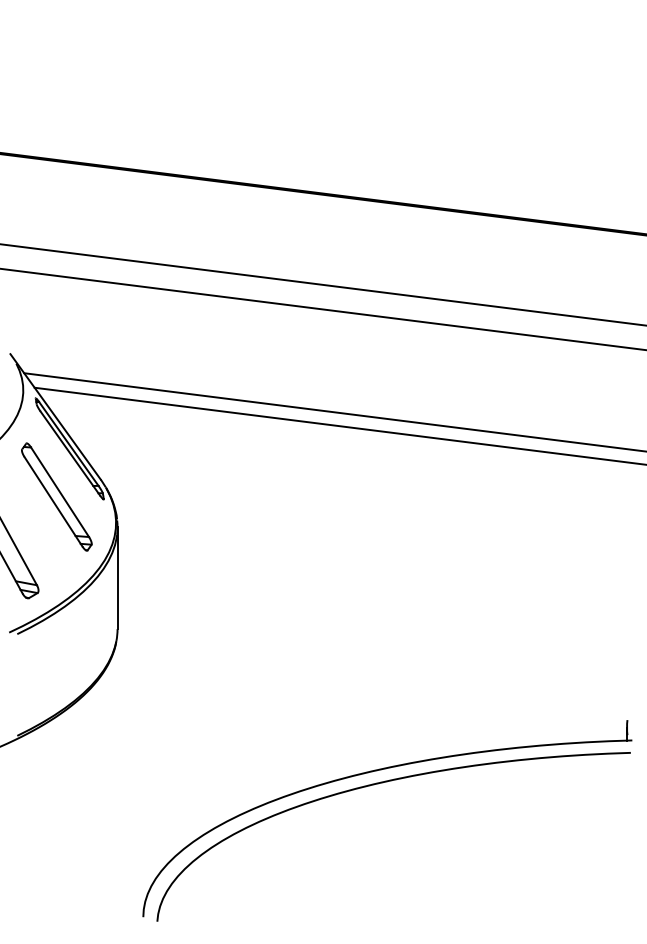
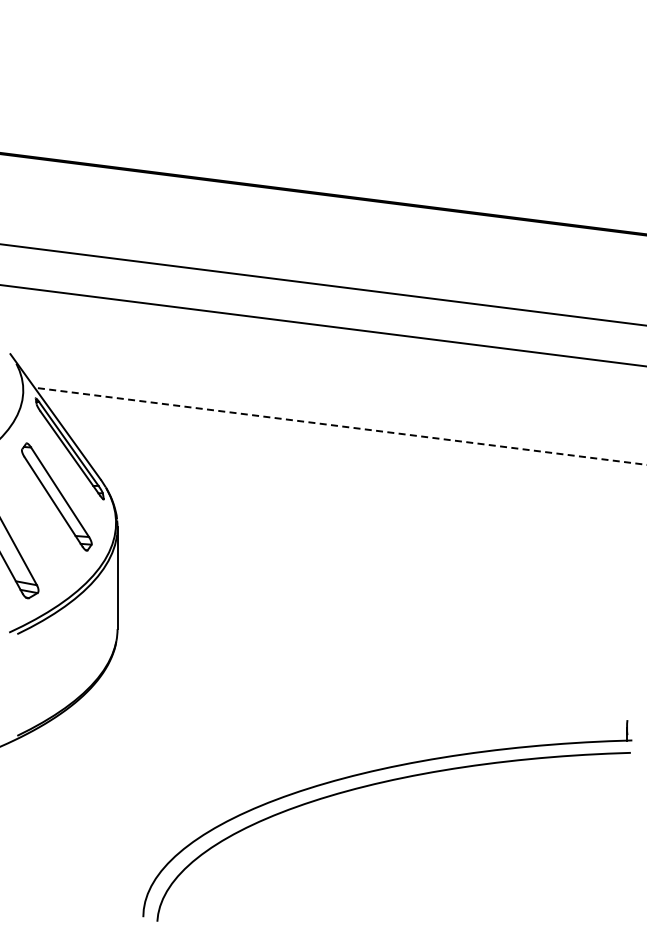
line at (322, 309) position: (322, 309) -> (322, 325)
line at (333, 412): present -> none
line at (340, 426): solid -> dashed
